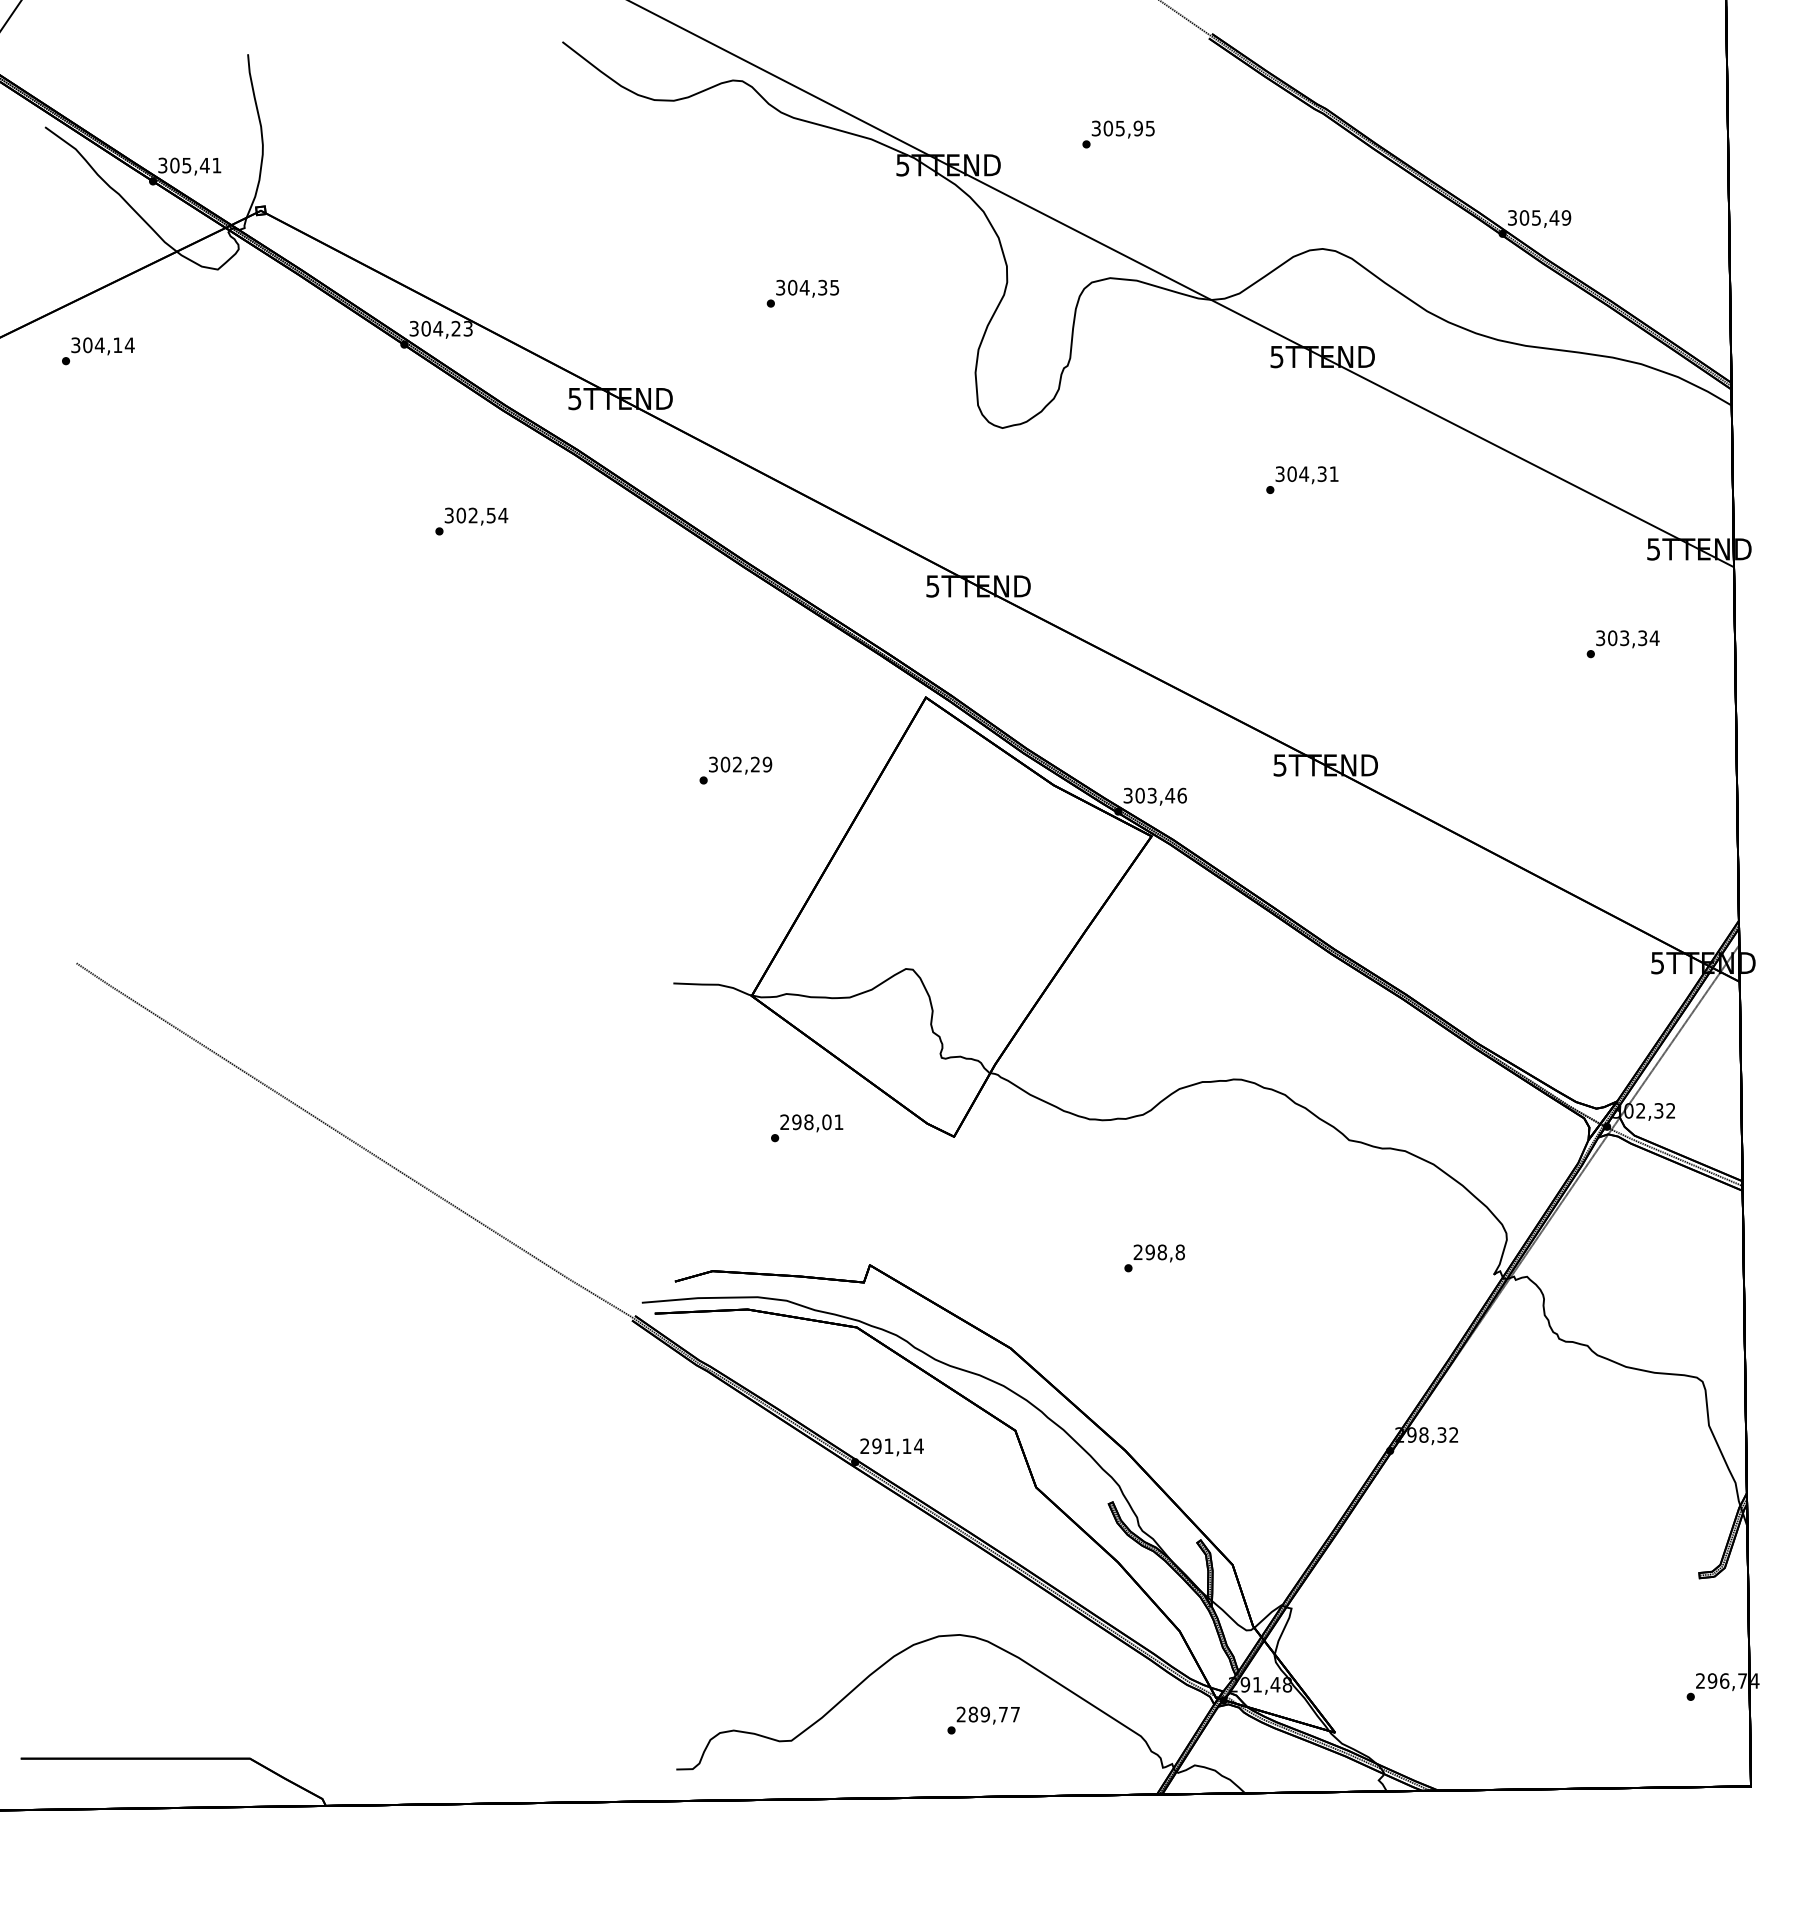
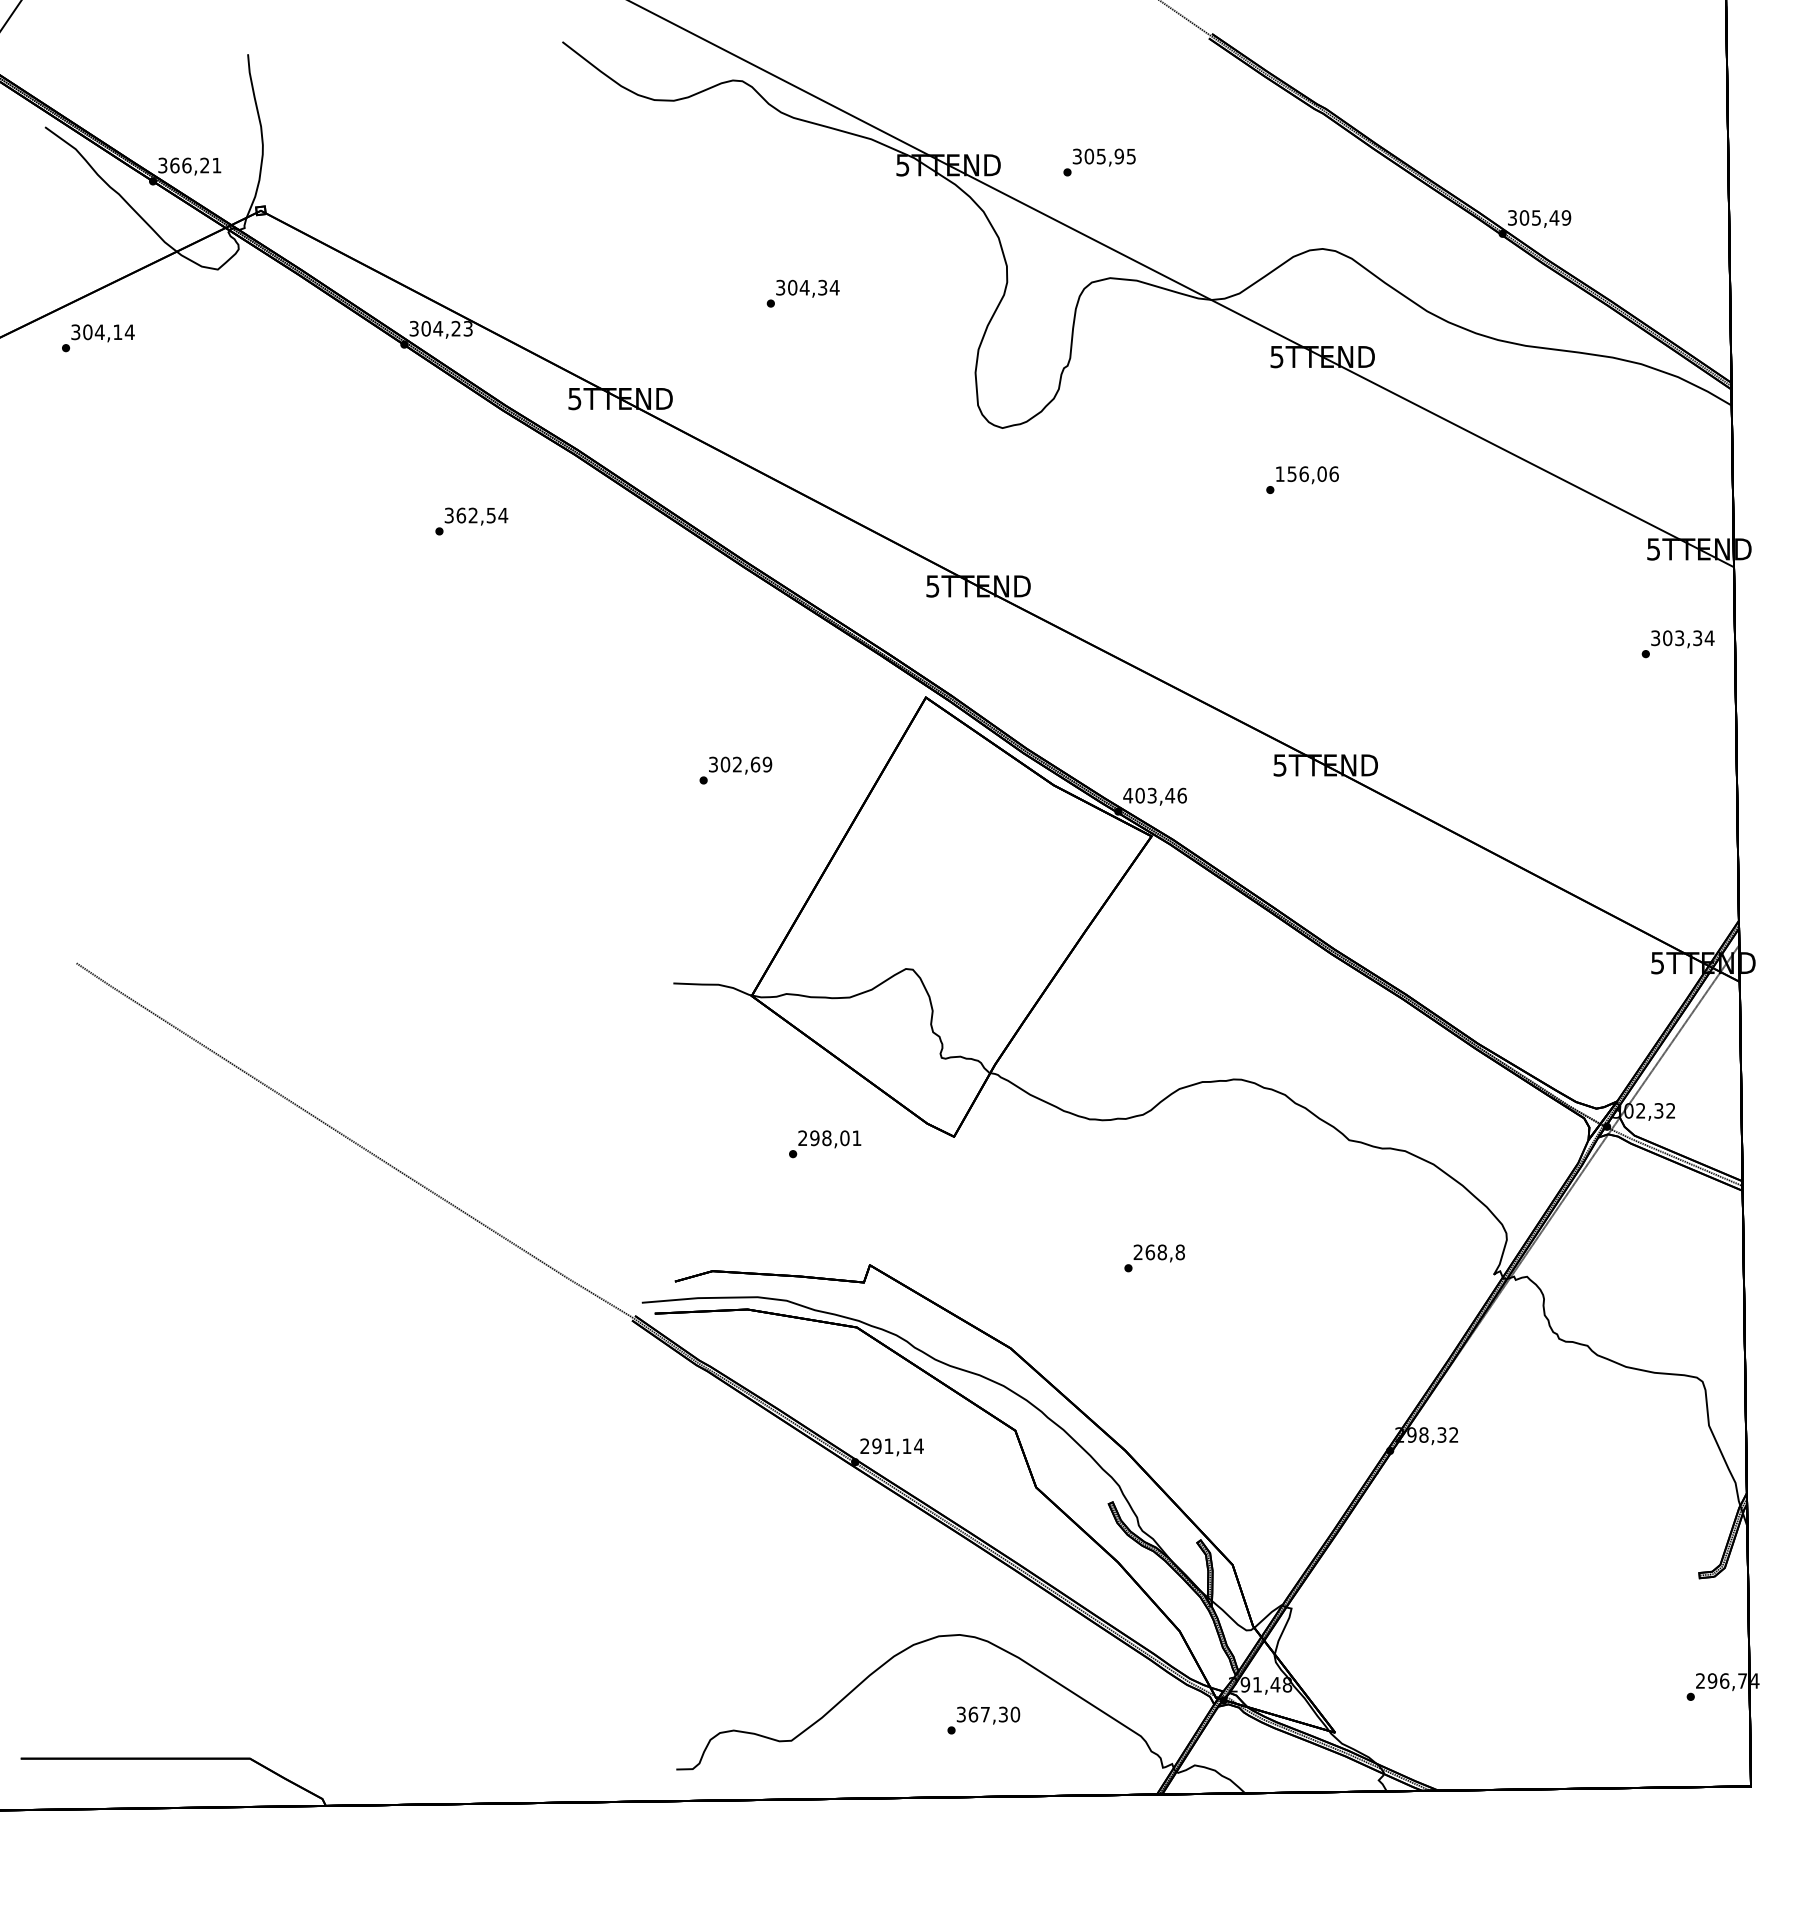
text at (1118, 134) position: (1118, 134) -> (1099, 162)
text at (189, 165): 305,41 -> 366,21
text at (834, 287): 304,35 -> 304,34
text at (98, 351) position: (98, 351) -> (98, 338)
text at (1306, 474): 304,31 -> 156,06
text at (461, 514): 302,54 -> 362,54
text at (1622, 644) position: (1622, 644) -> (1677, 644)
text at (755, 764): 302,29 -> 302,69
text at (1128, 795): 303,46 -> 403,46
text at (807, 1128) position: (807, 1128) -> (825, 1144)
text at (1150, 1252): 298,8 -> 268,8
text at (988, 1714): 289,77 -> 367,30
